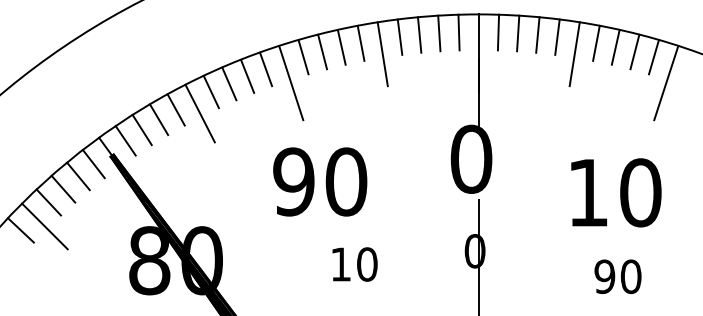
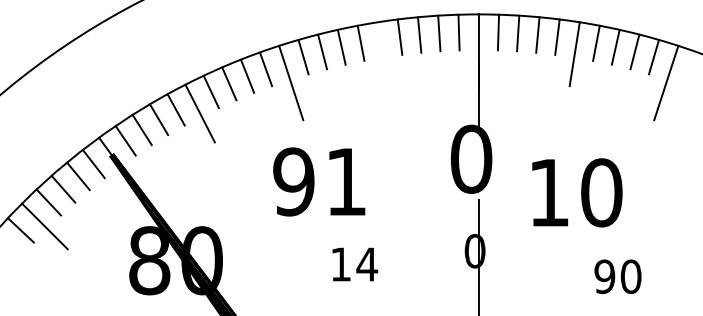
line at (382, 54): present -> none
text at (346, 181): 90 -> 91
text at (616, 192) position: (616, 192) -> (577, 192)
text at (367, 264): 10 -> 14
